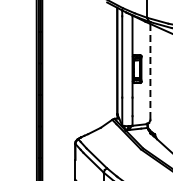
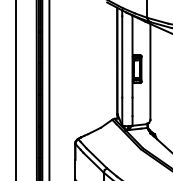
line at (150, 71): dashed -> solid
line at (16, 89): none -> present
line at (49, 89): none -> present
